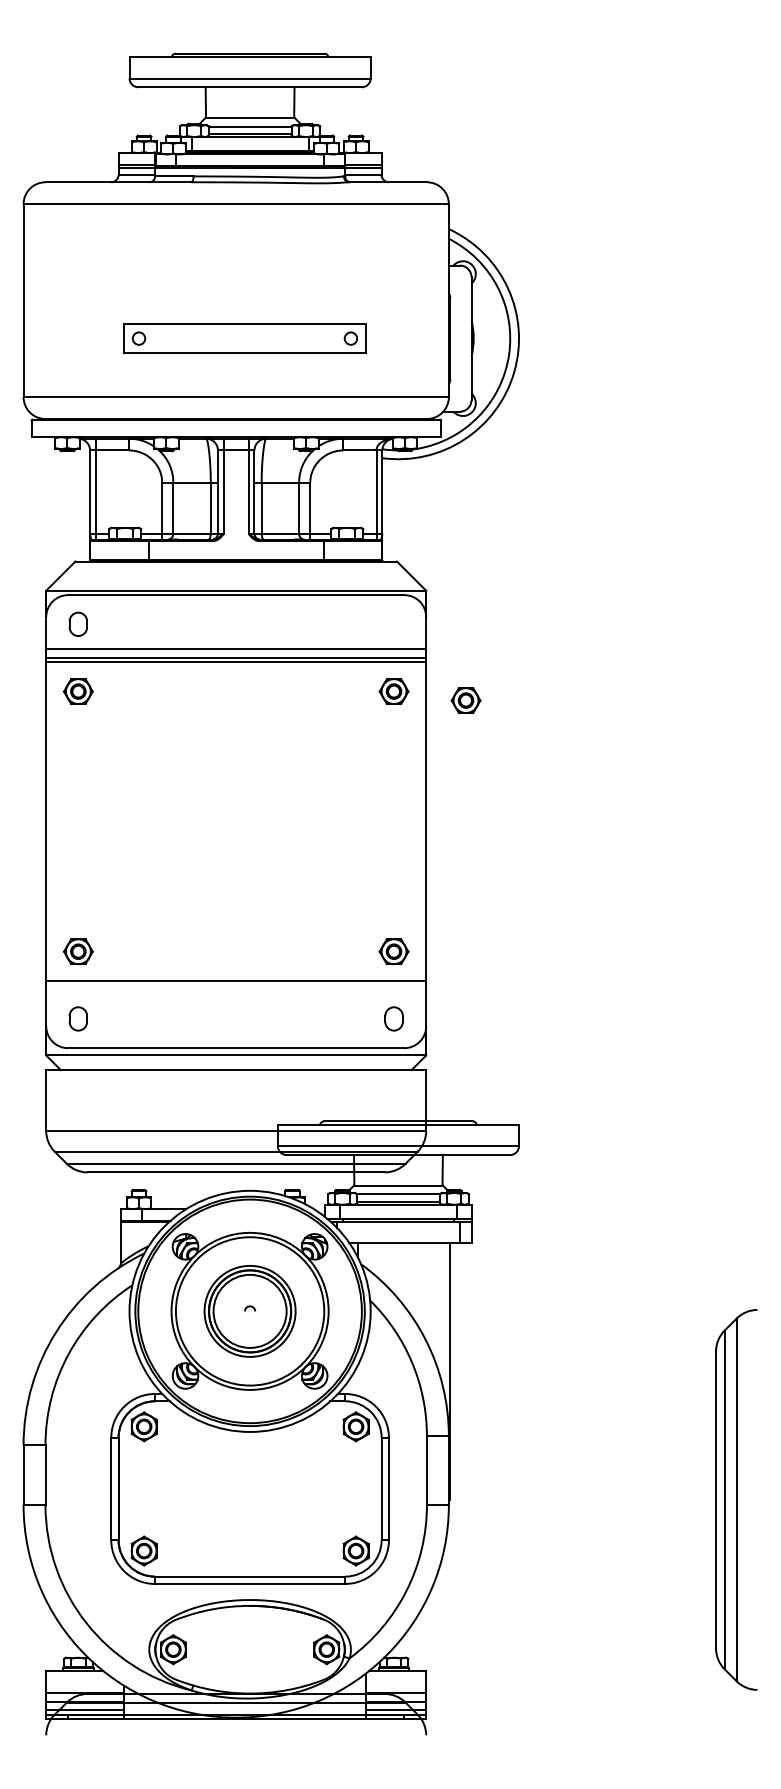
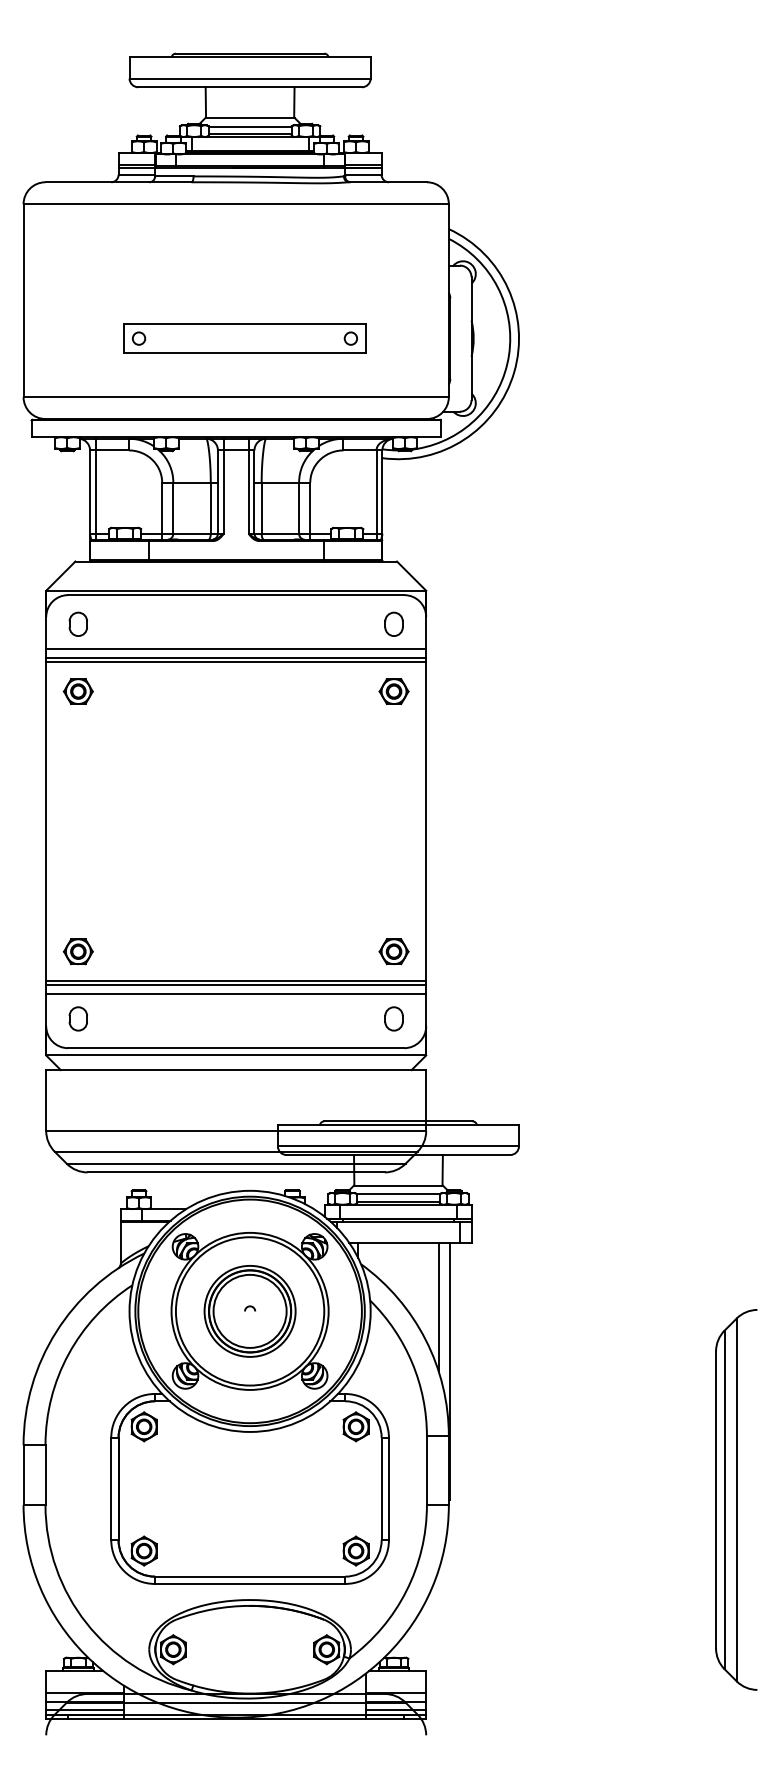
part at (393, 623): none -> present
part at (465, 700): present -> none
line at (236, 985): none -> present
line at (236, 994): none -> present
line at (438, 1306): none -> present
